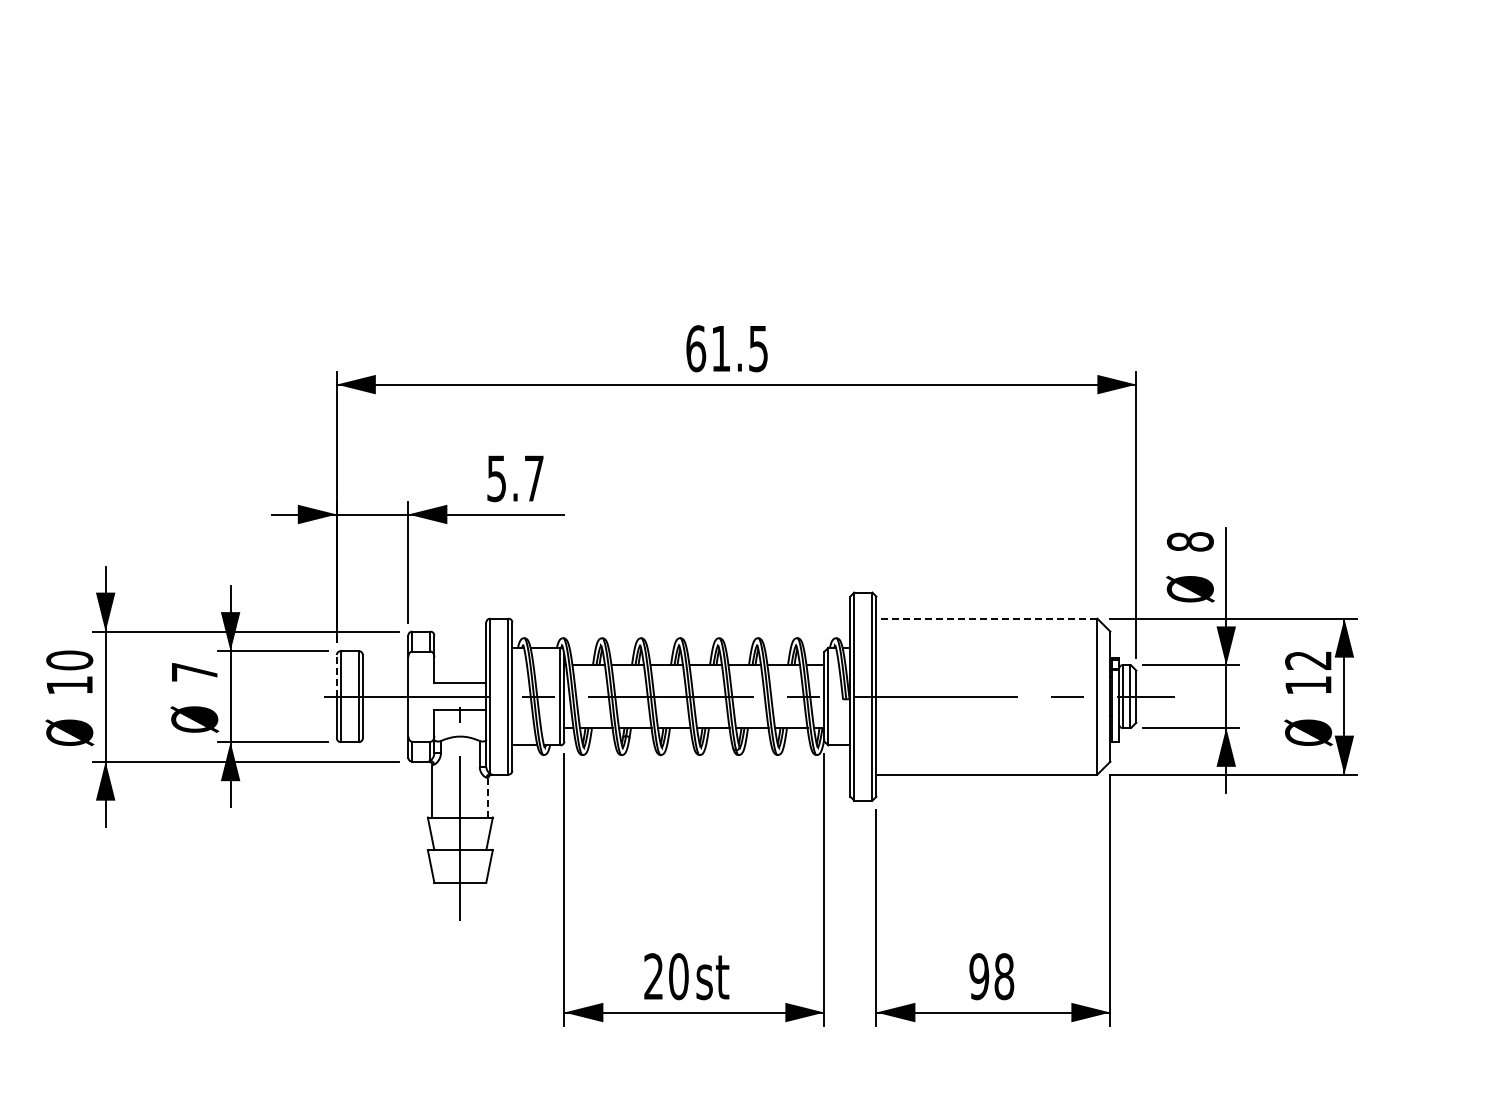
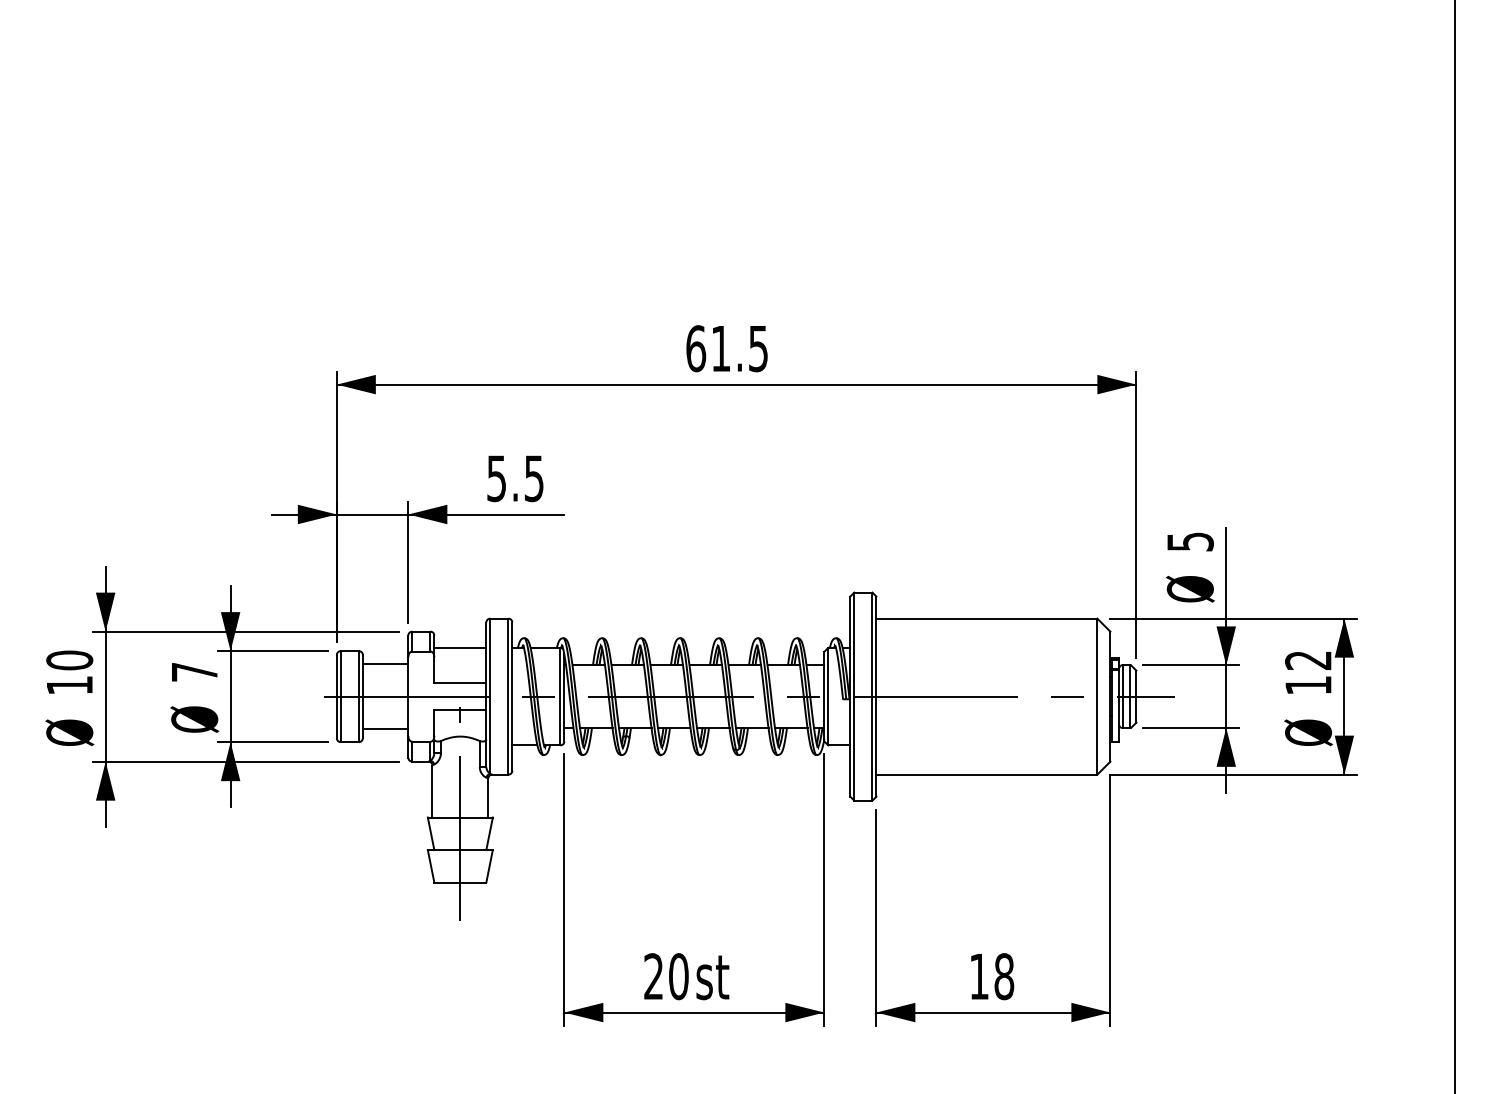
text at (533, 478): 5.7 -> 5.5
text at (1189, 541): 8 -> 5
line at (1455, 546): none -> present
line at (986, 618): dashed -> solid
line at (460, 647): none -> present
line at (385, 664): none -> present
line at (336, 675): dashed -> solid
line at (385, 729): none -> present
line at (488, 798): dashed -> solid
text at (979, 976): 98 -> 18
